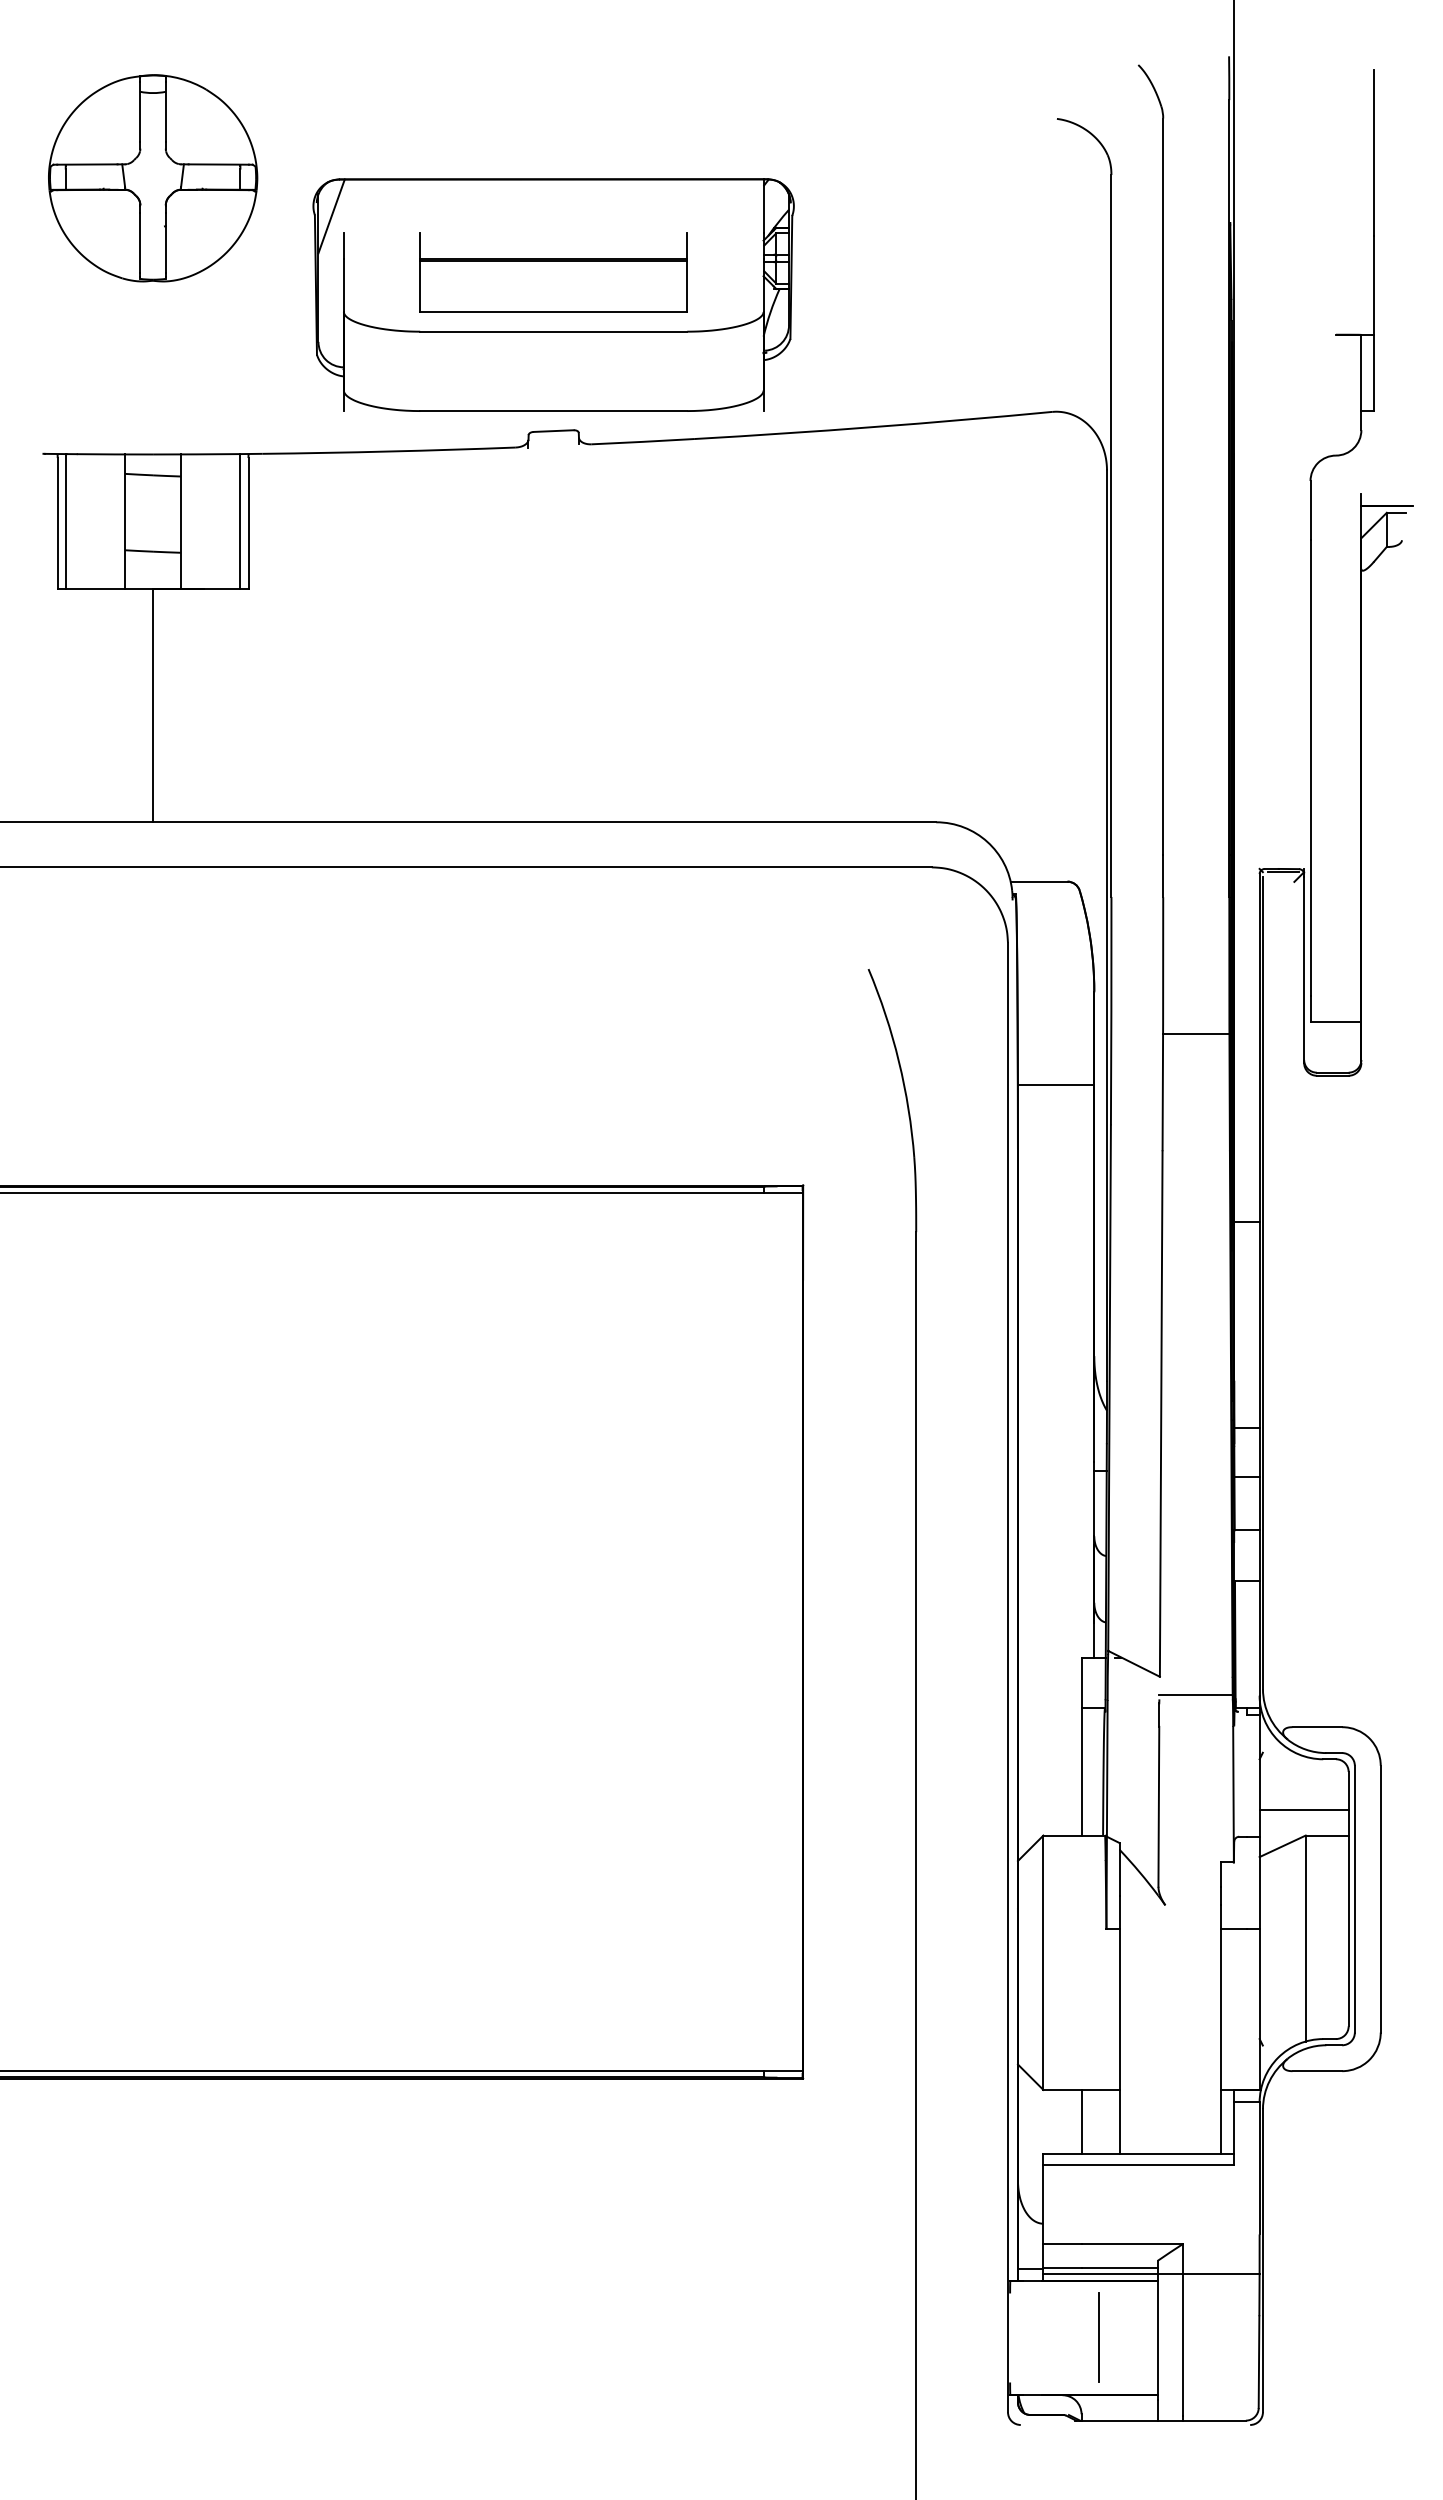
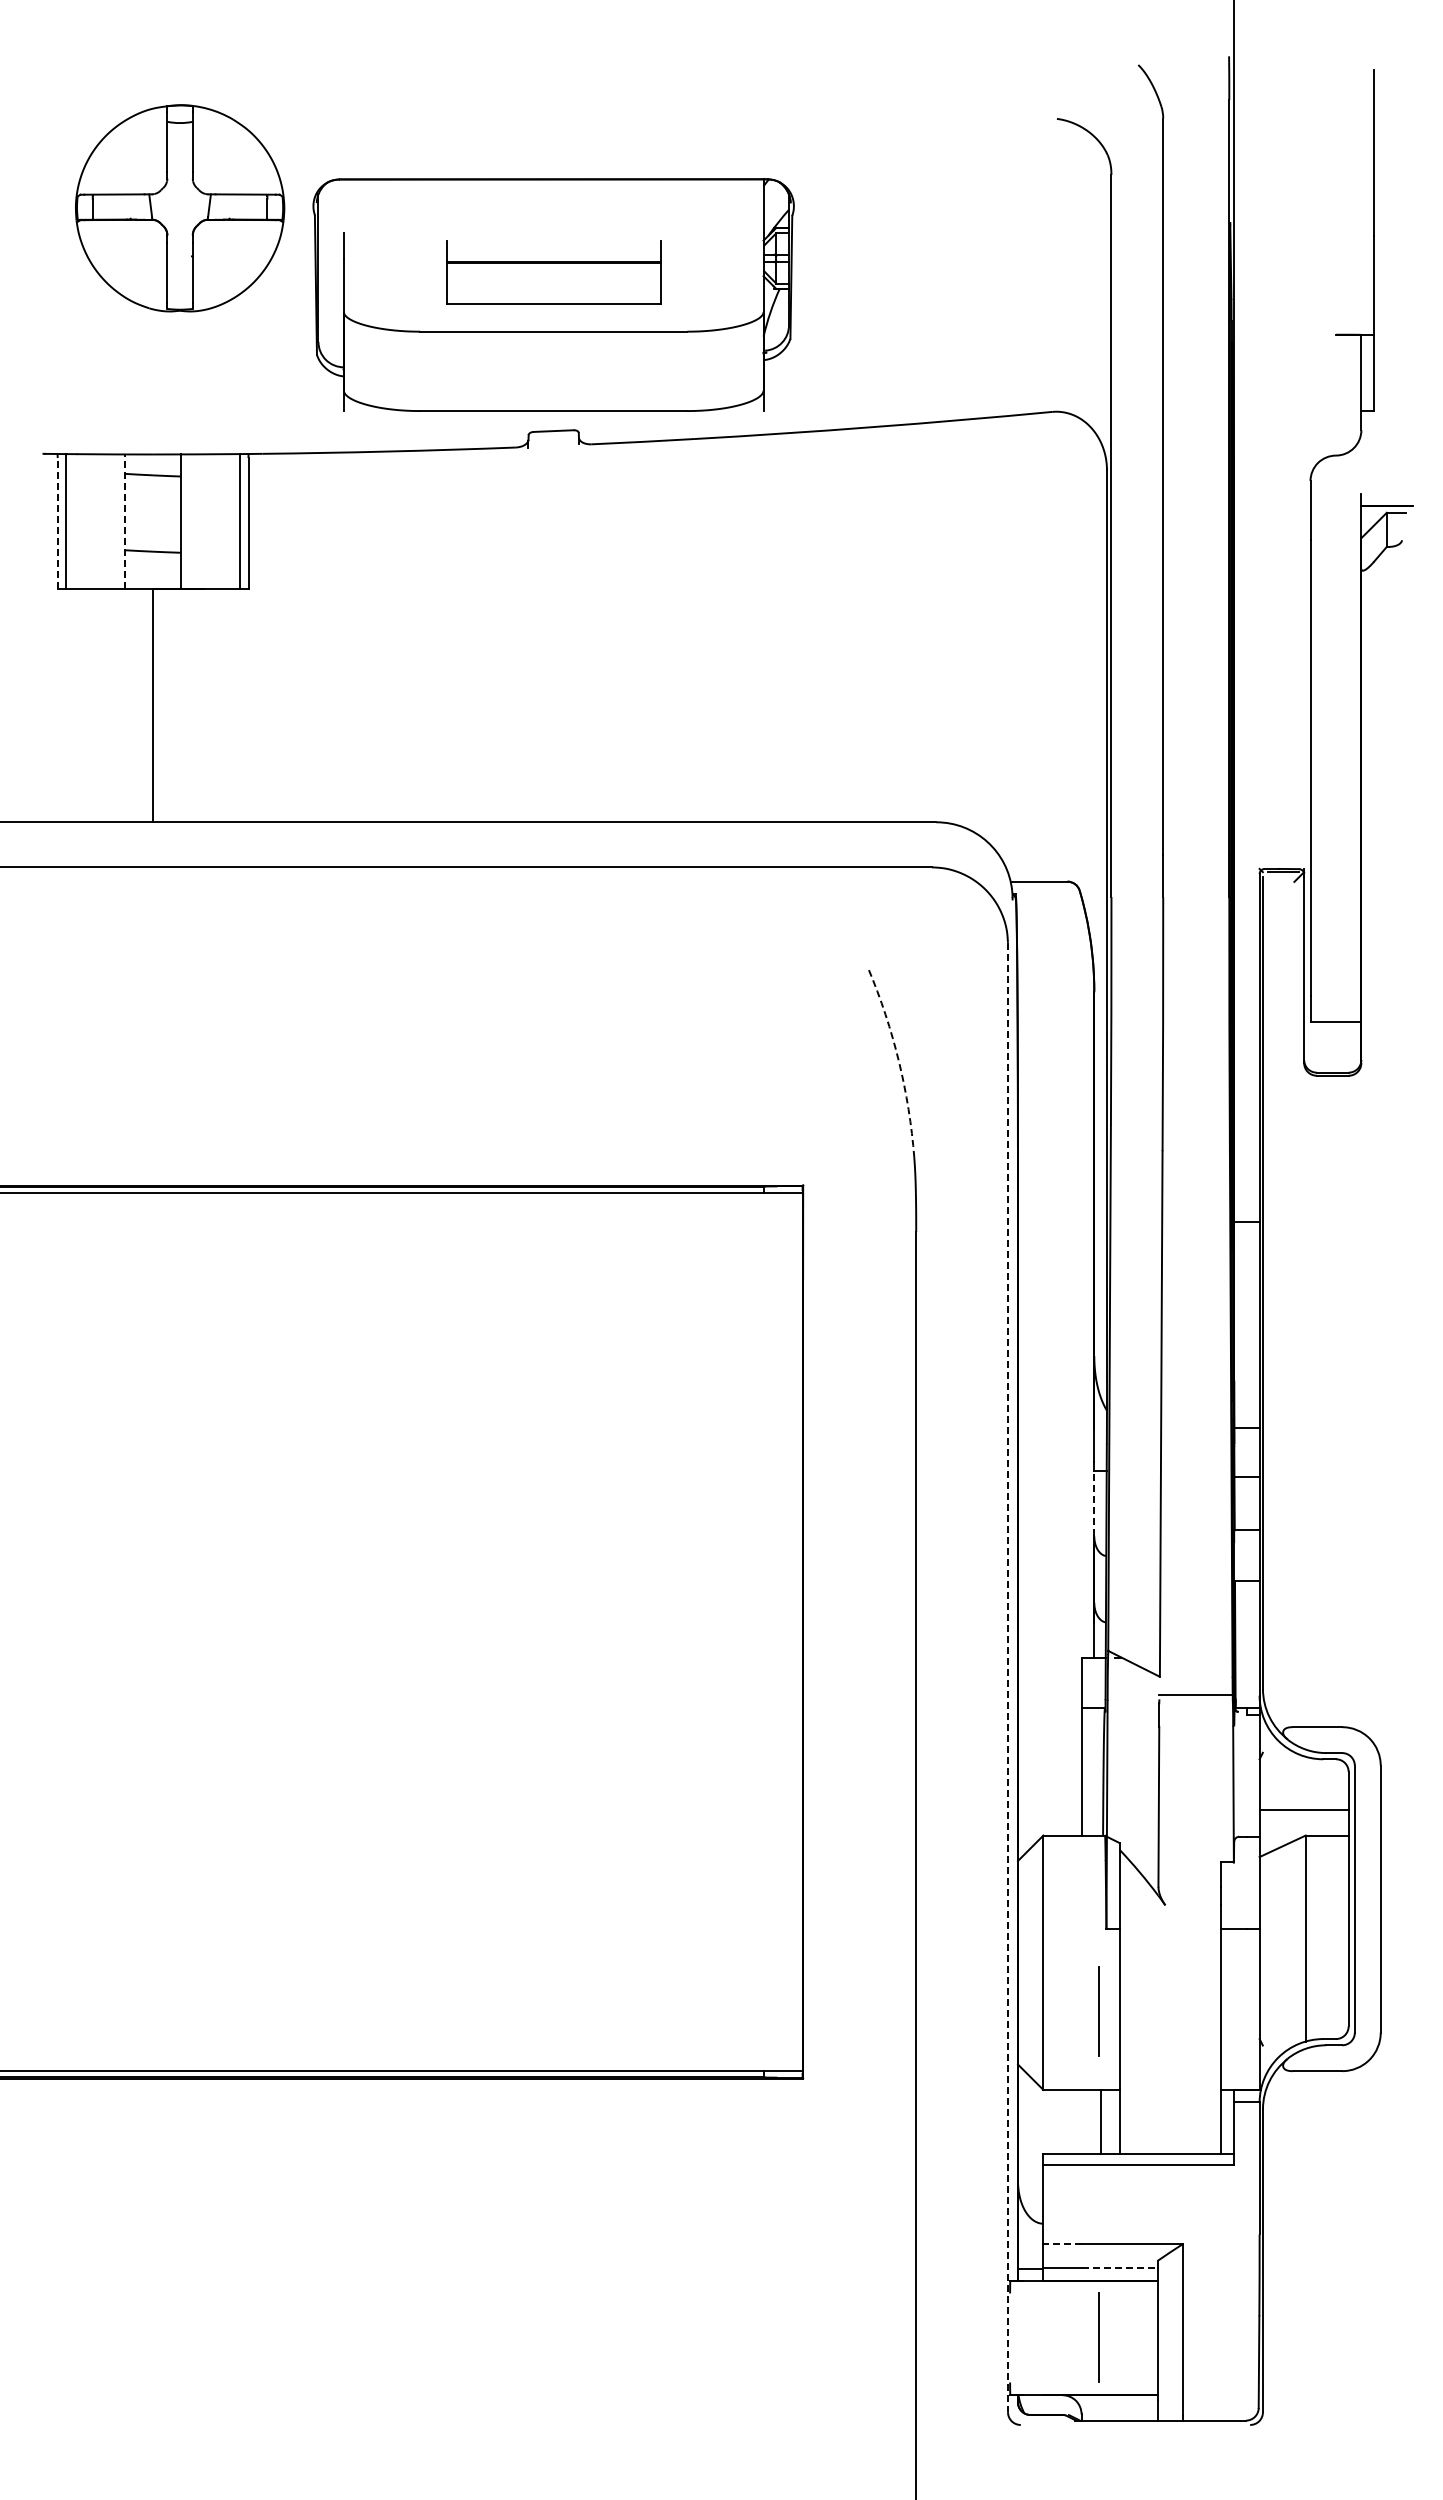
part at (153, 178) position: (153, 178) -> (180, 208)
line at (331, 216): present -> none
part at (553, 272) size: 269x81 px -> 216x65 px
line at (125, 521): solid -> dashed
line at (57, 523): solid -> dashed
line at (1195, 1033): present -> none
arc at (898, 1061): solid -> dashed
line at (1055, 1085): present -> none
line at (1094, 1503): solid -> dashed
line at (1007, 1677): solid -> dashed
line at (1098, 2011): none -> present
line at (1081, 2121) position: (1081, 2121) -> (1100, 2121)
line at (1062, 2243): solid -> dashed
line at (1120, 2268): solid -> dashed
line at (1151, 2274): present -> none
